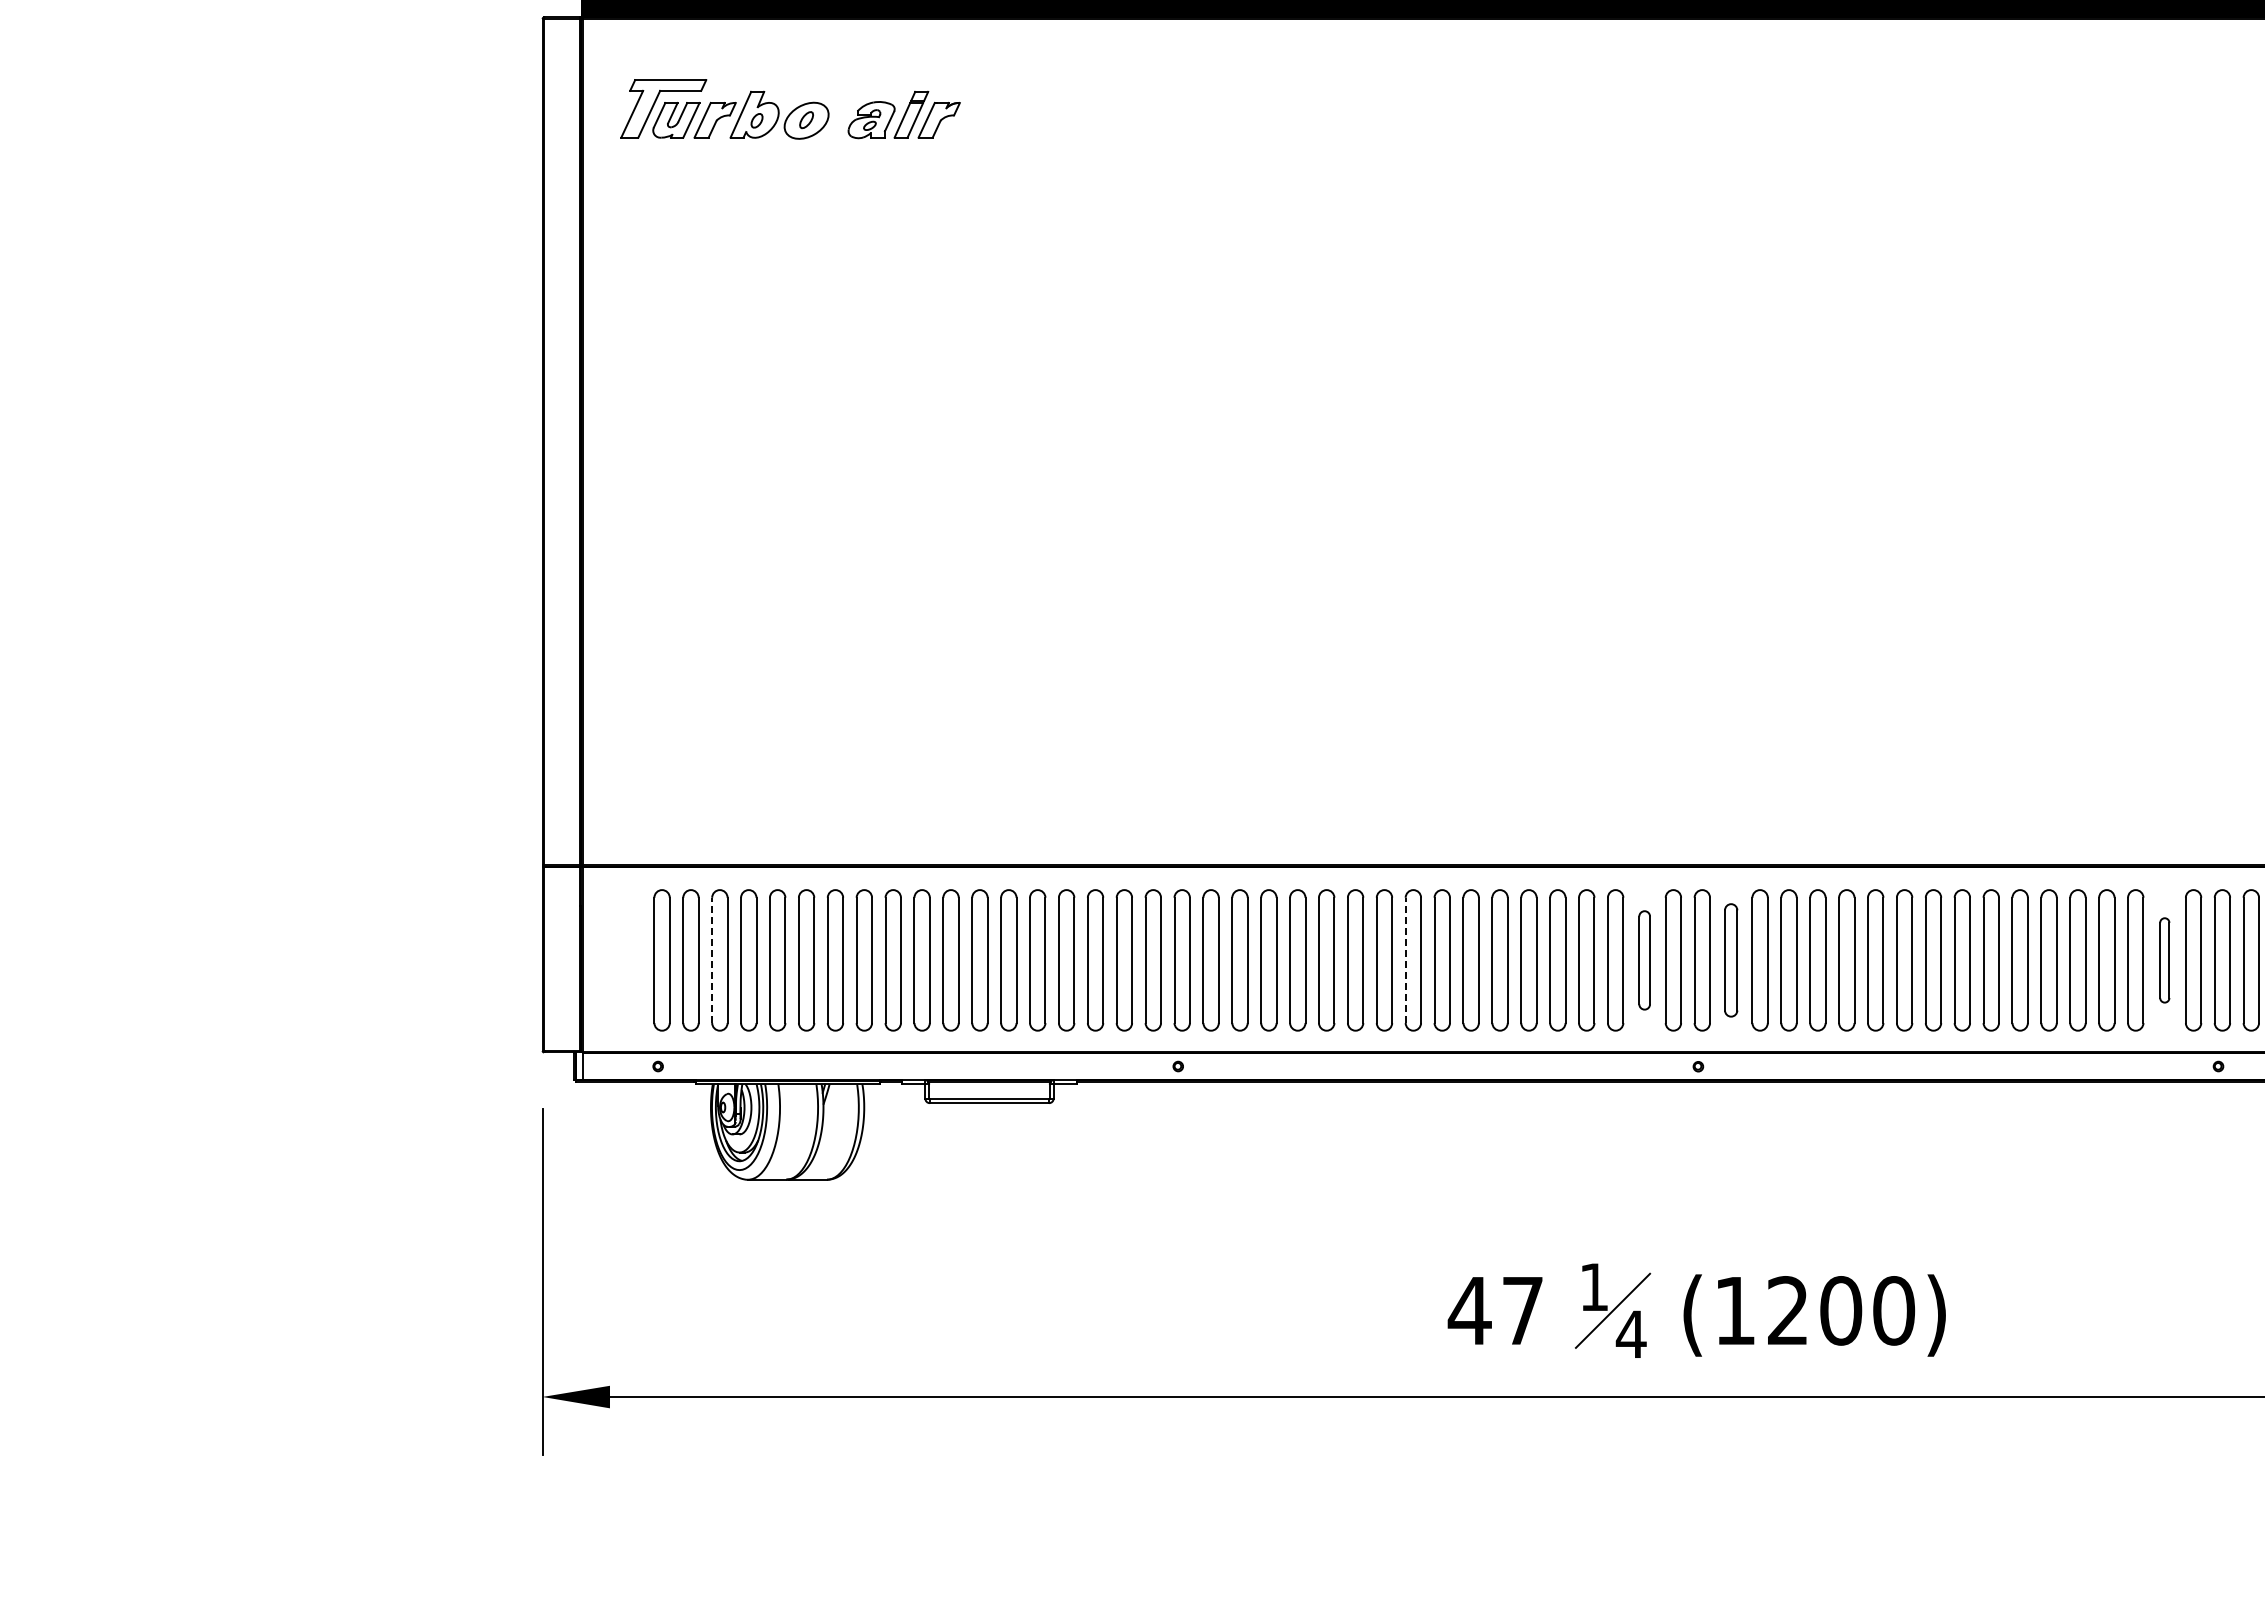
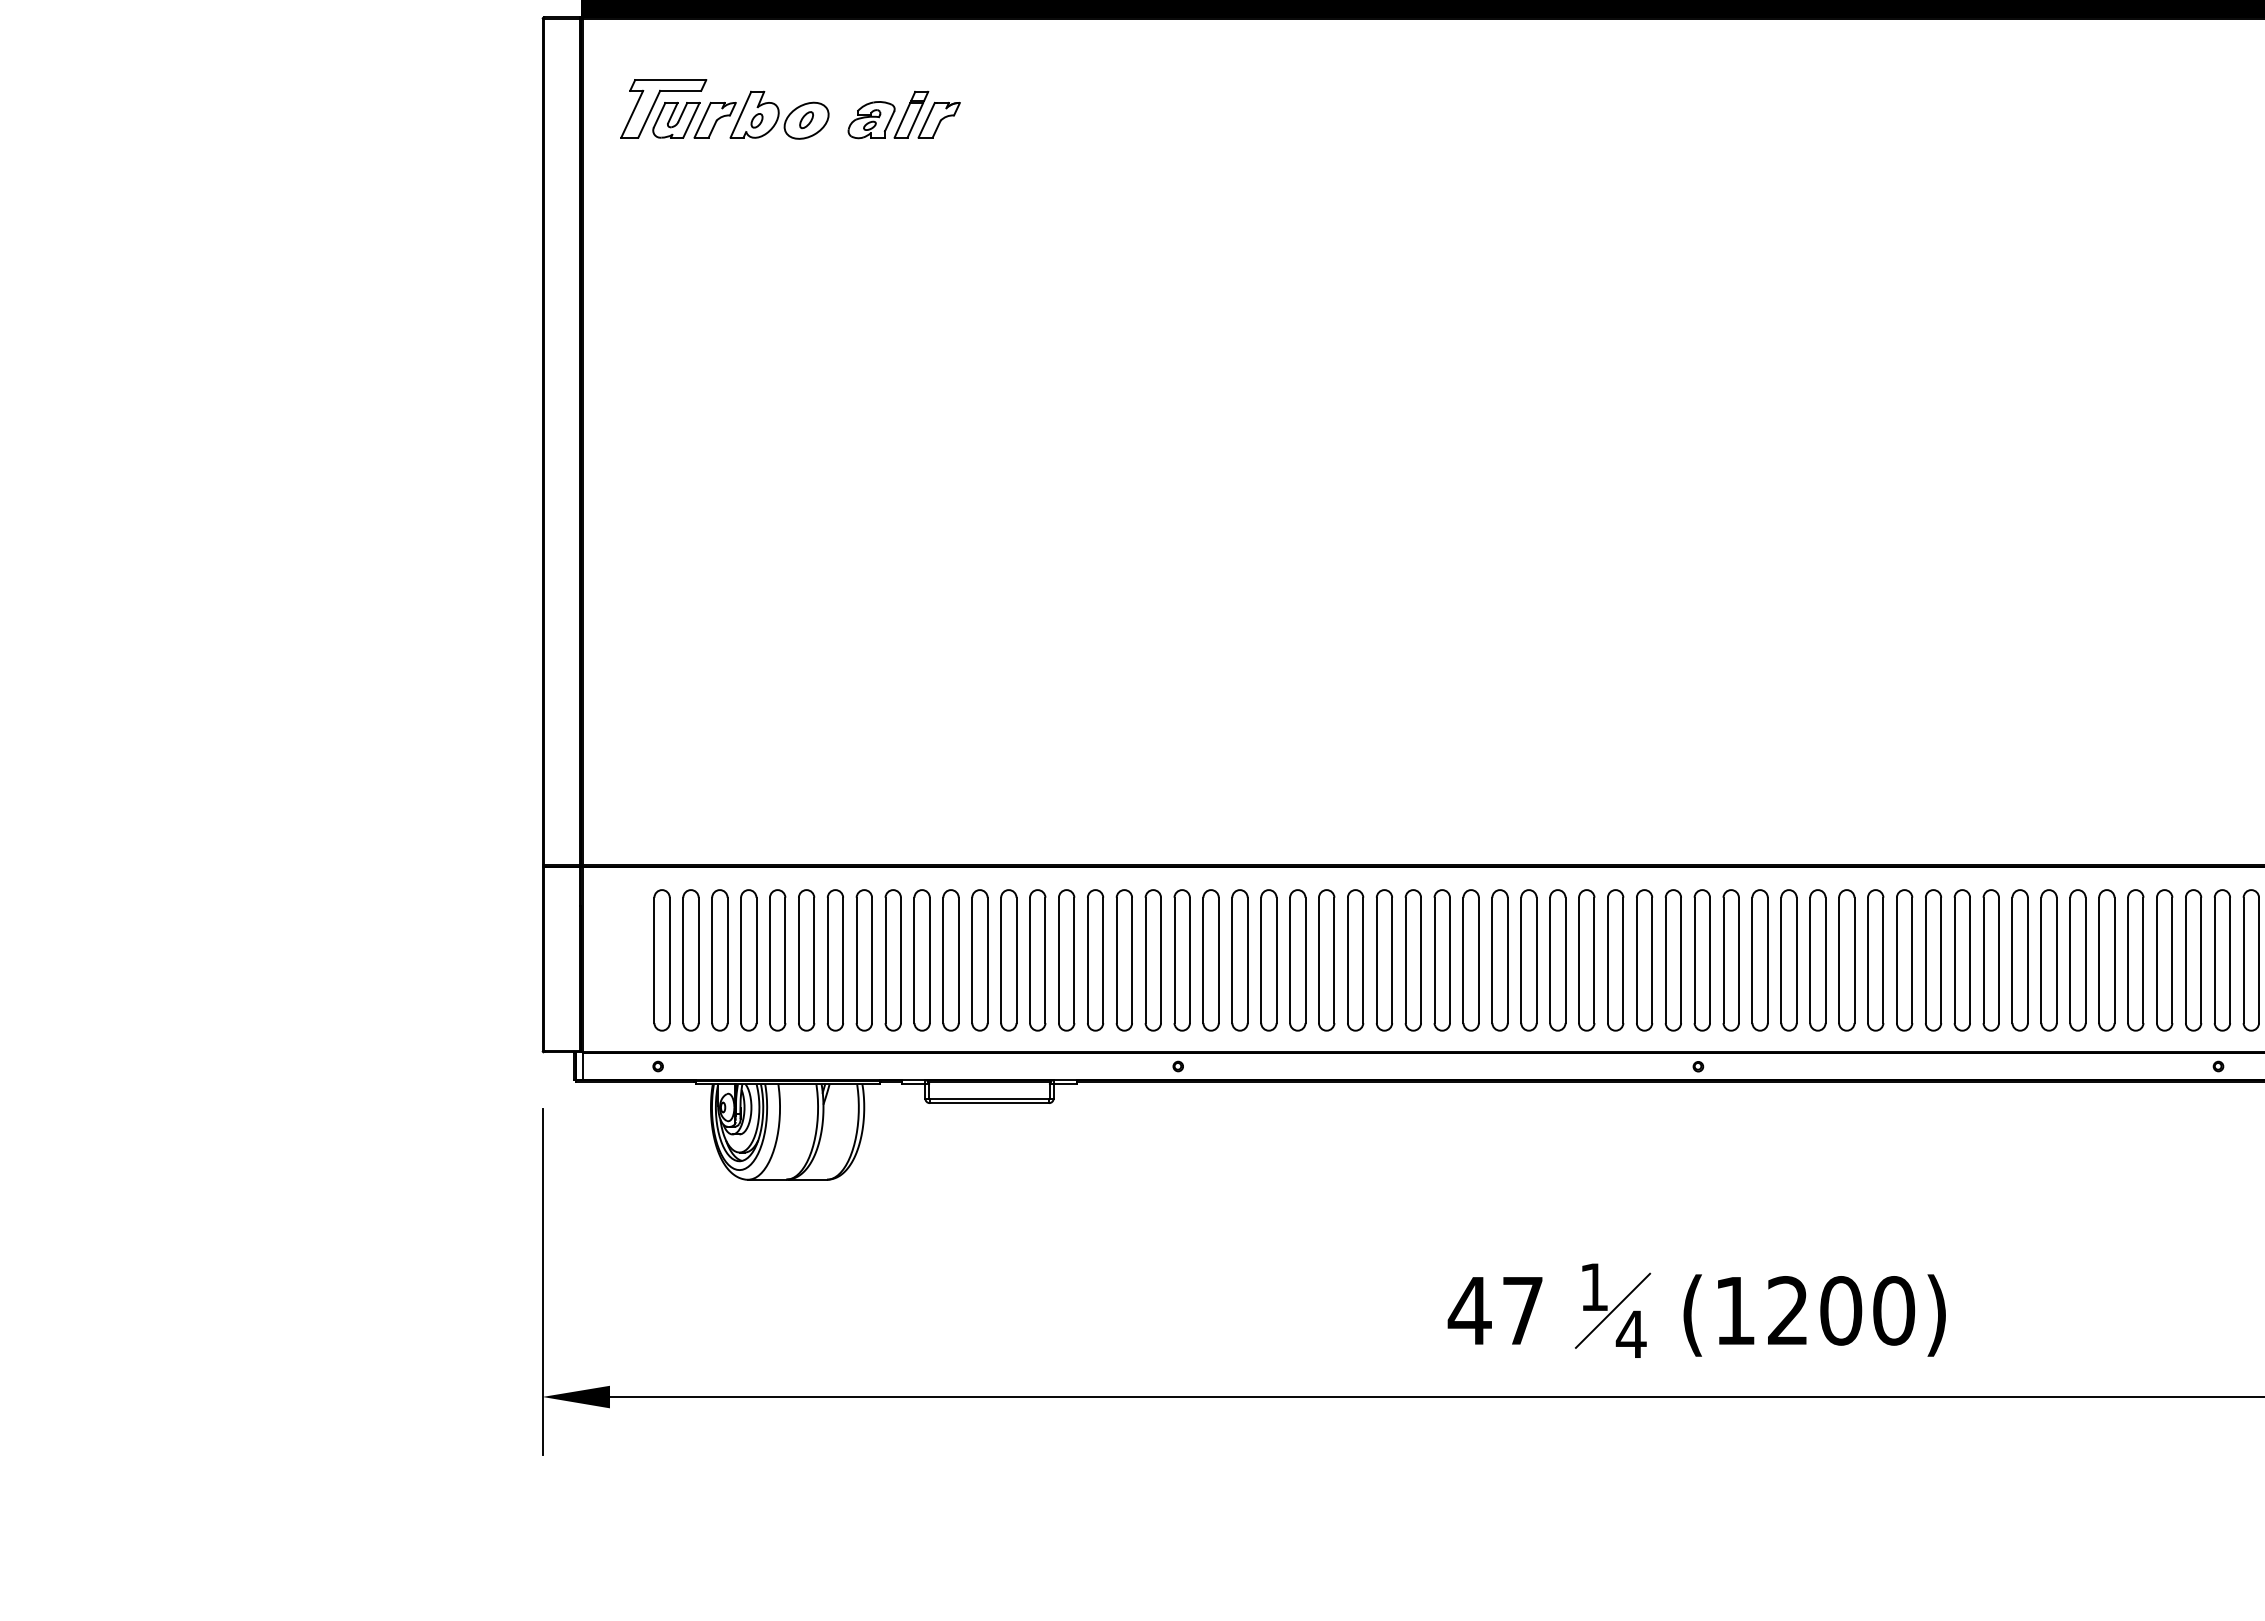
line at (712, 960): dashed -> solid
line at (1405, 960): dashed -> solid
part at (1644, 960) size: 13x101 px -> 18x143 px
part at (1731, 960) size: 15x115 px -> 18x143 px
part at (2164, 960) size: 12x87 px -> 18x143 px
